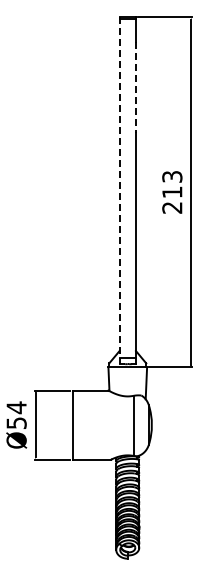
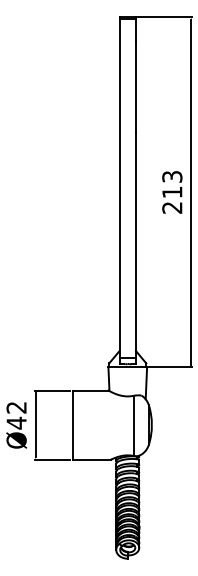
line at (135, 87): dashed -> solid
line at (119, 191): dashed -> solid
text at (16, 415): Ø54 -> Ø42
